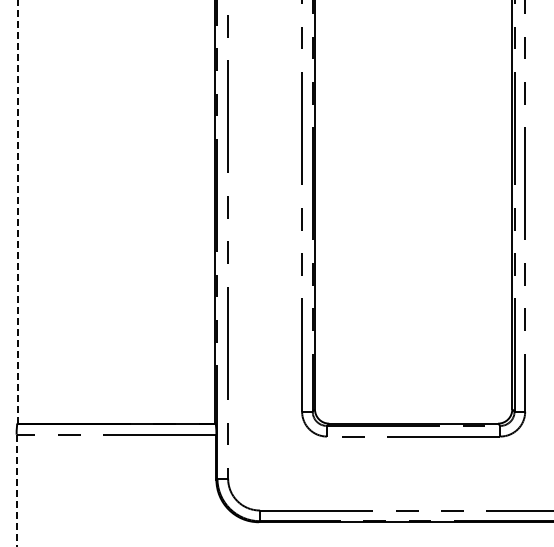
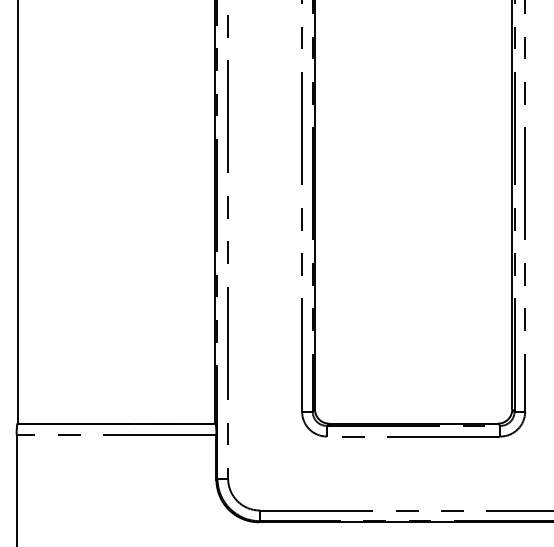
line at (17, 211): dashed -> solid
line at (16, 490): dashed -> solid
